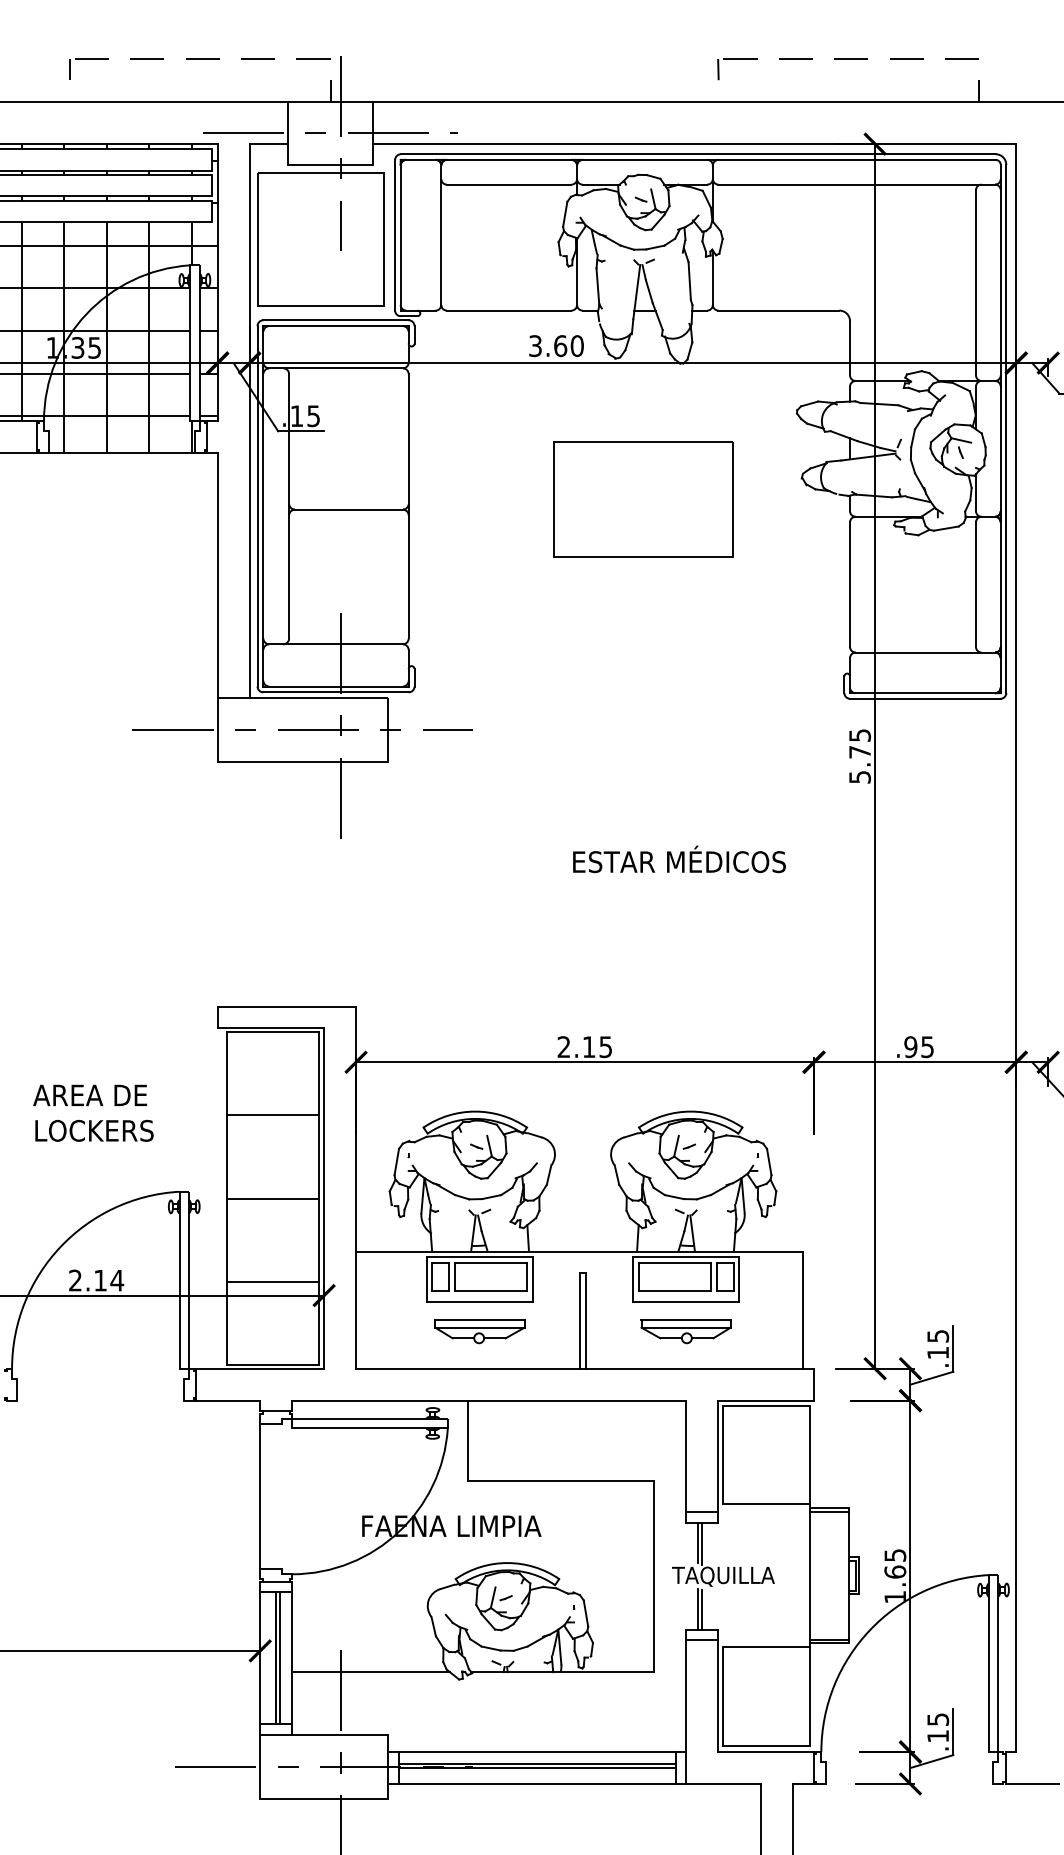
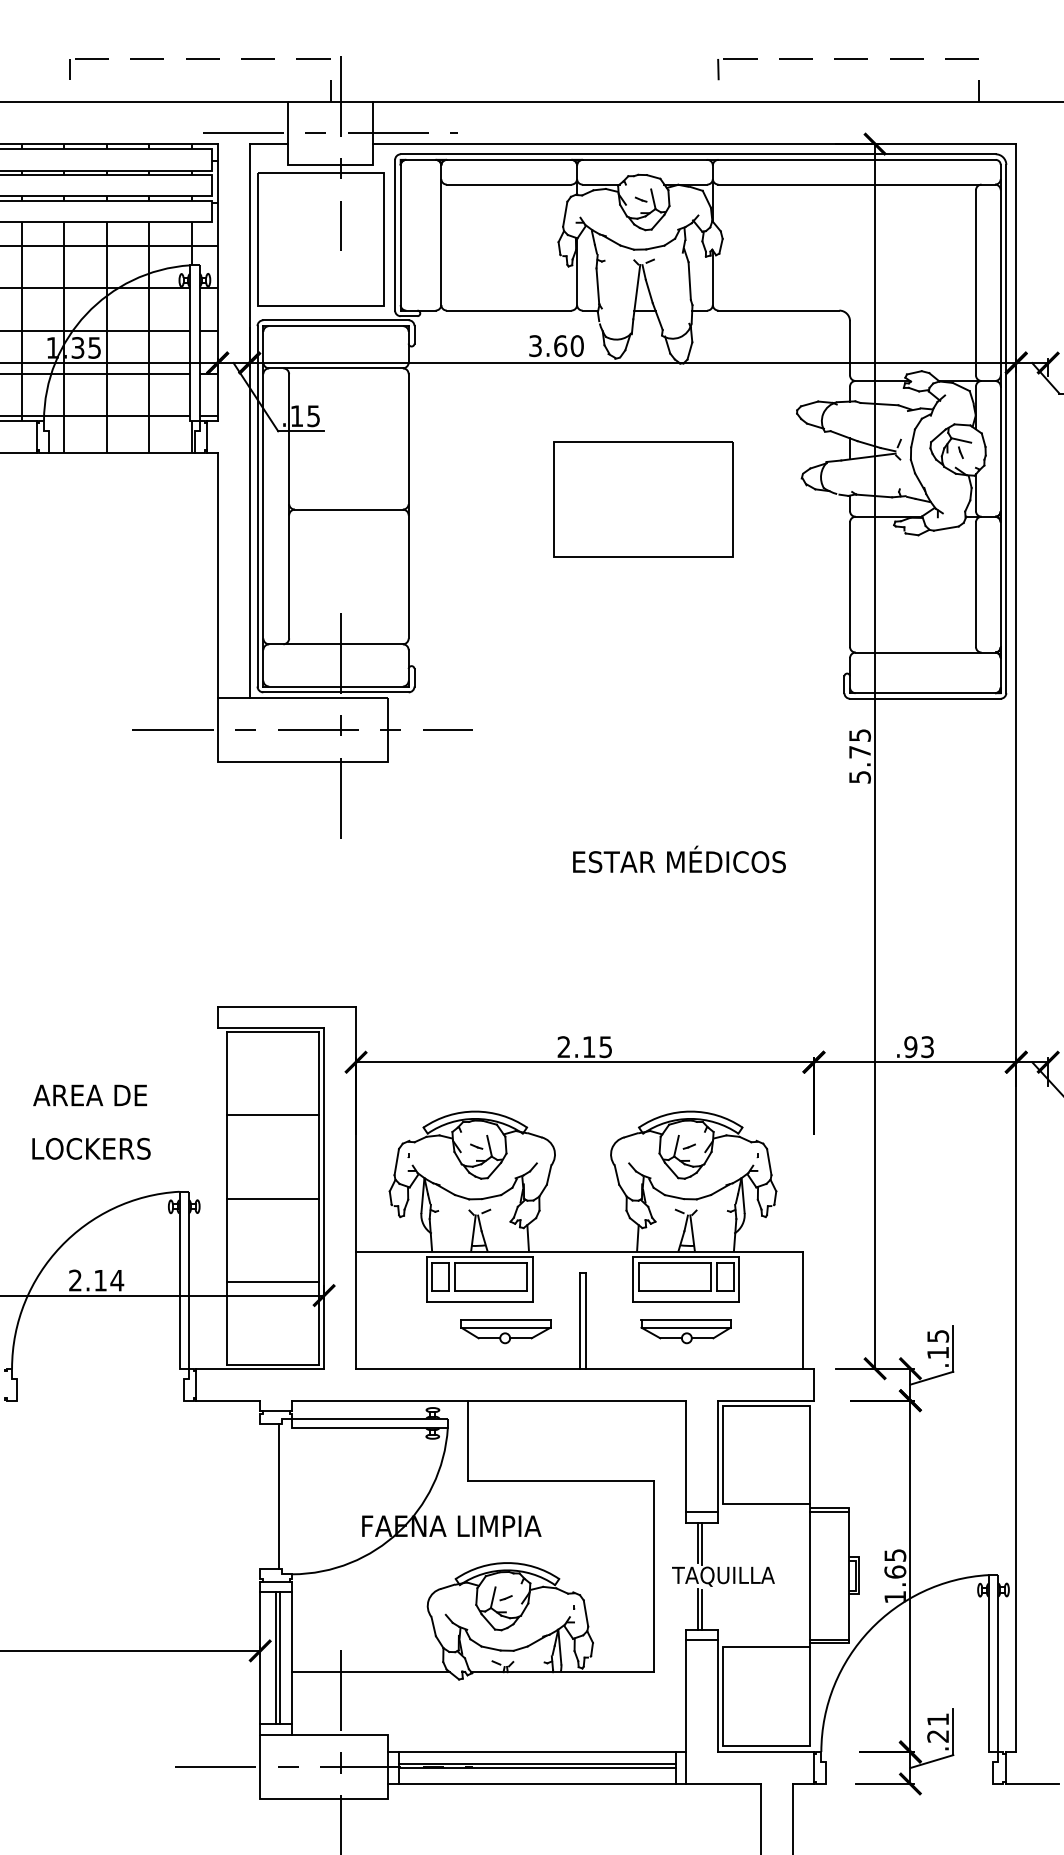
text at (927, 1046): .95 -> .93
text at (94, 1130) position: (94, 1130) -> (91, 1148)
part at (479, 1331) position: (479, 1331) -> (505, 1331)
line at (260, 1496) position: (260, 1496) -> (279, 1496)
text at (938, 1727): .15 -> .21
